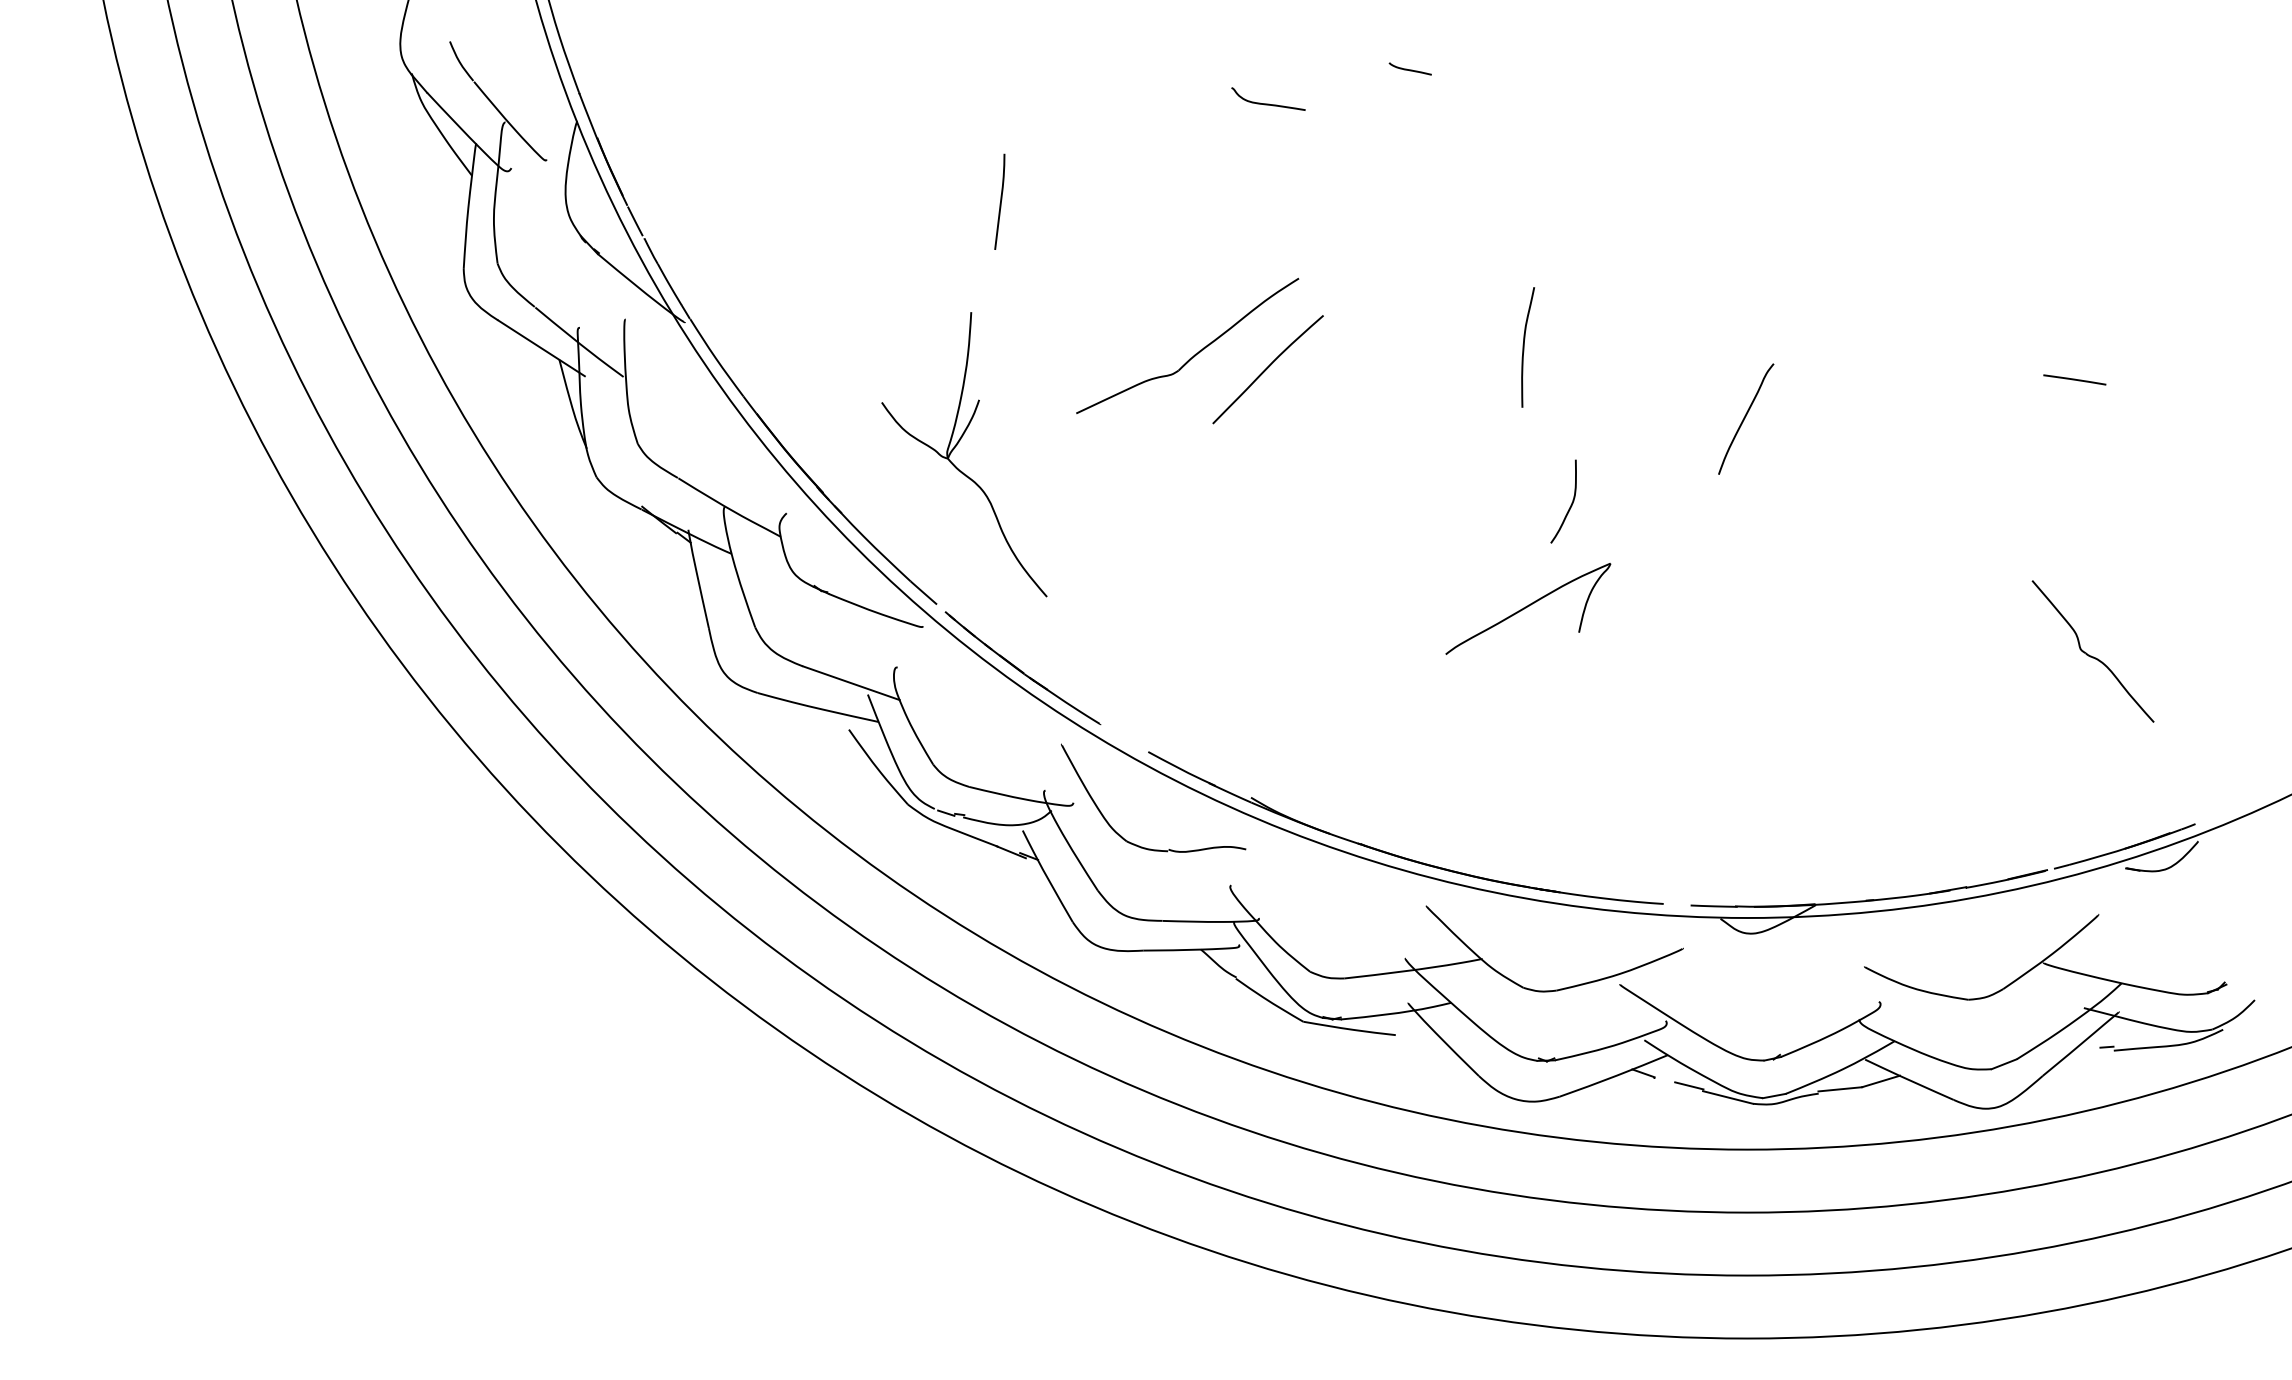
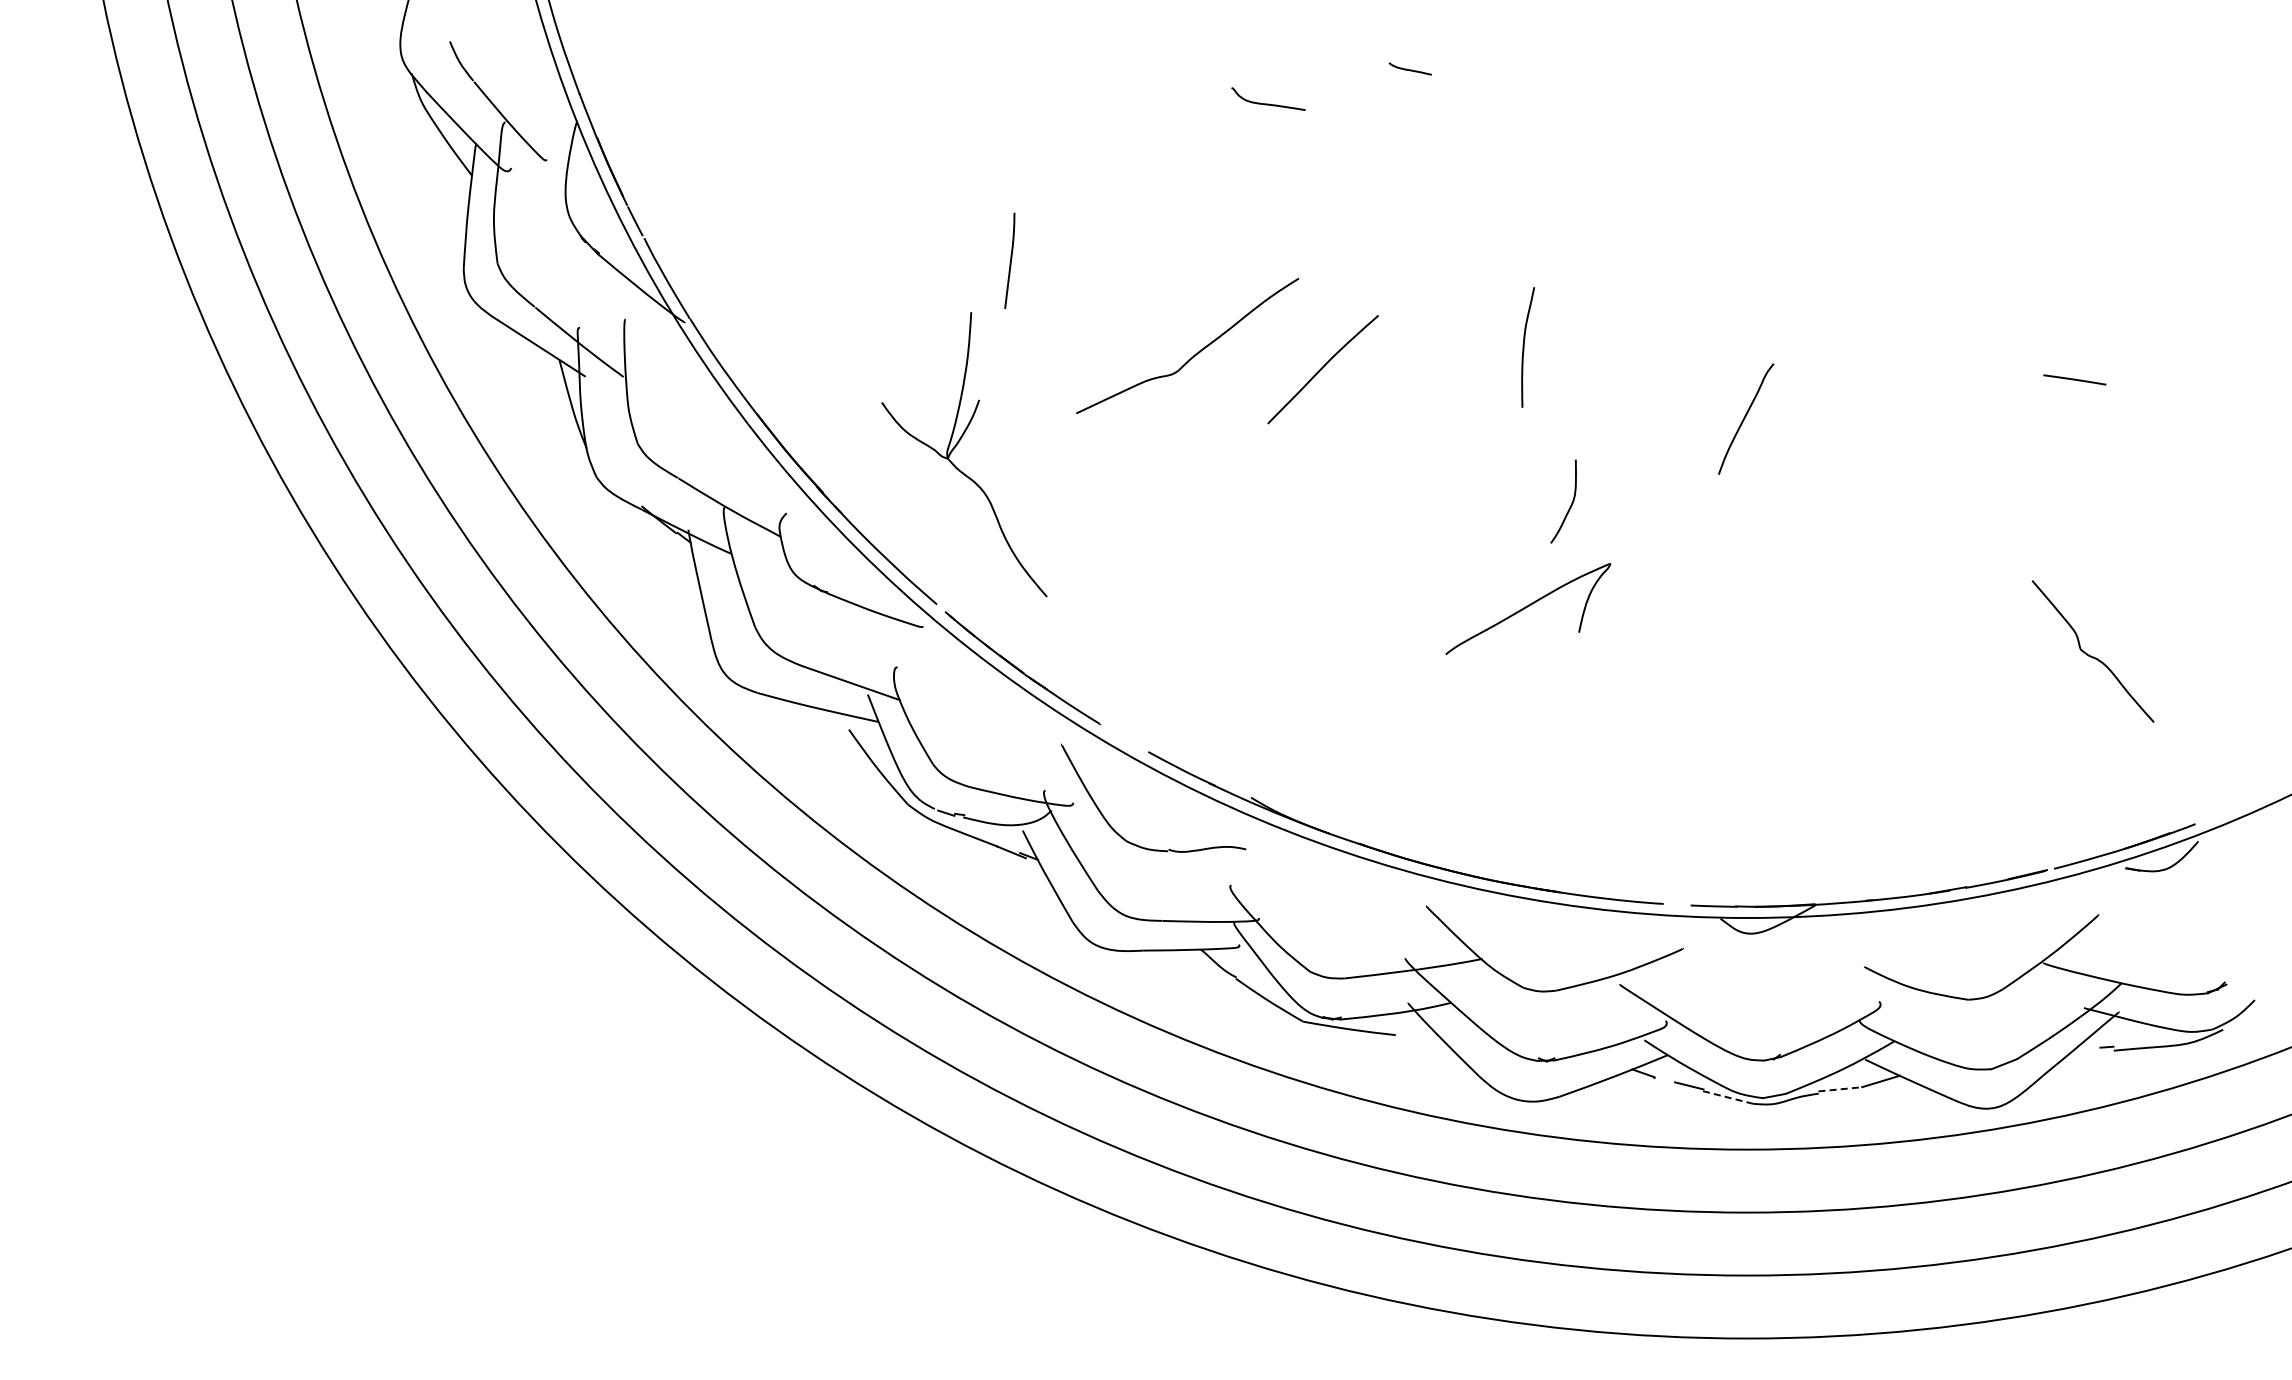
curve at (1000, 201) position: (1000, 201) -> (1010, 260)
curve at (1267, 369) position: (1267, 369) -> (1322, 369)
line at (1840, 1089): solid -> dashed
line at (1728, 1097): solid -> dashed
